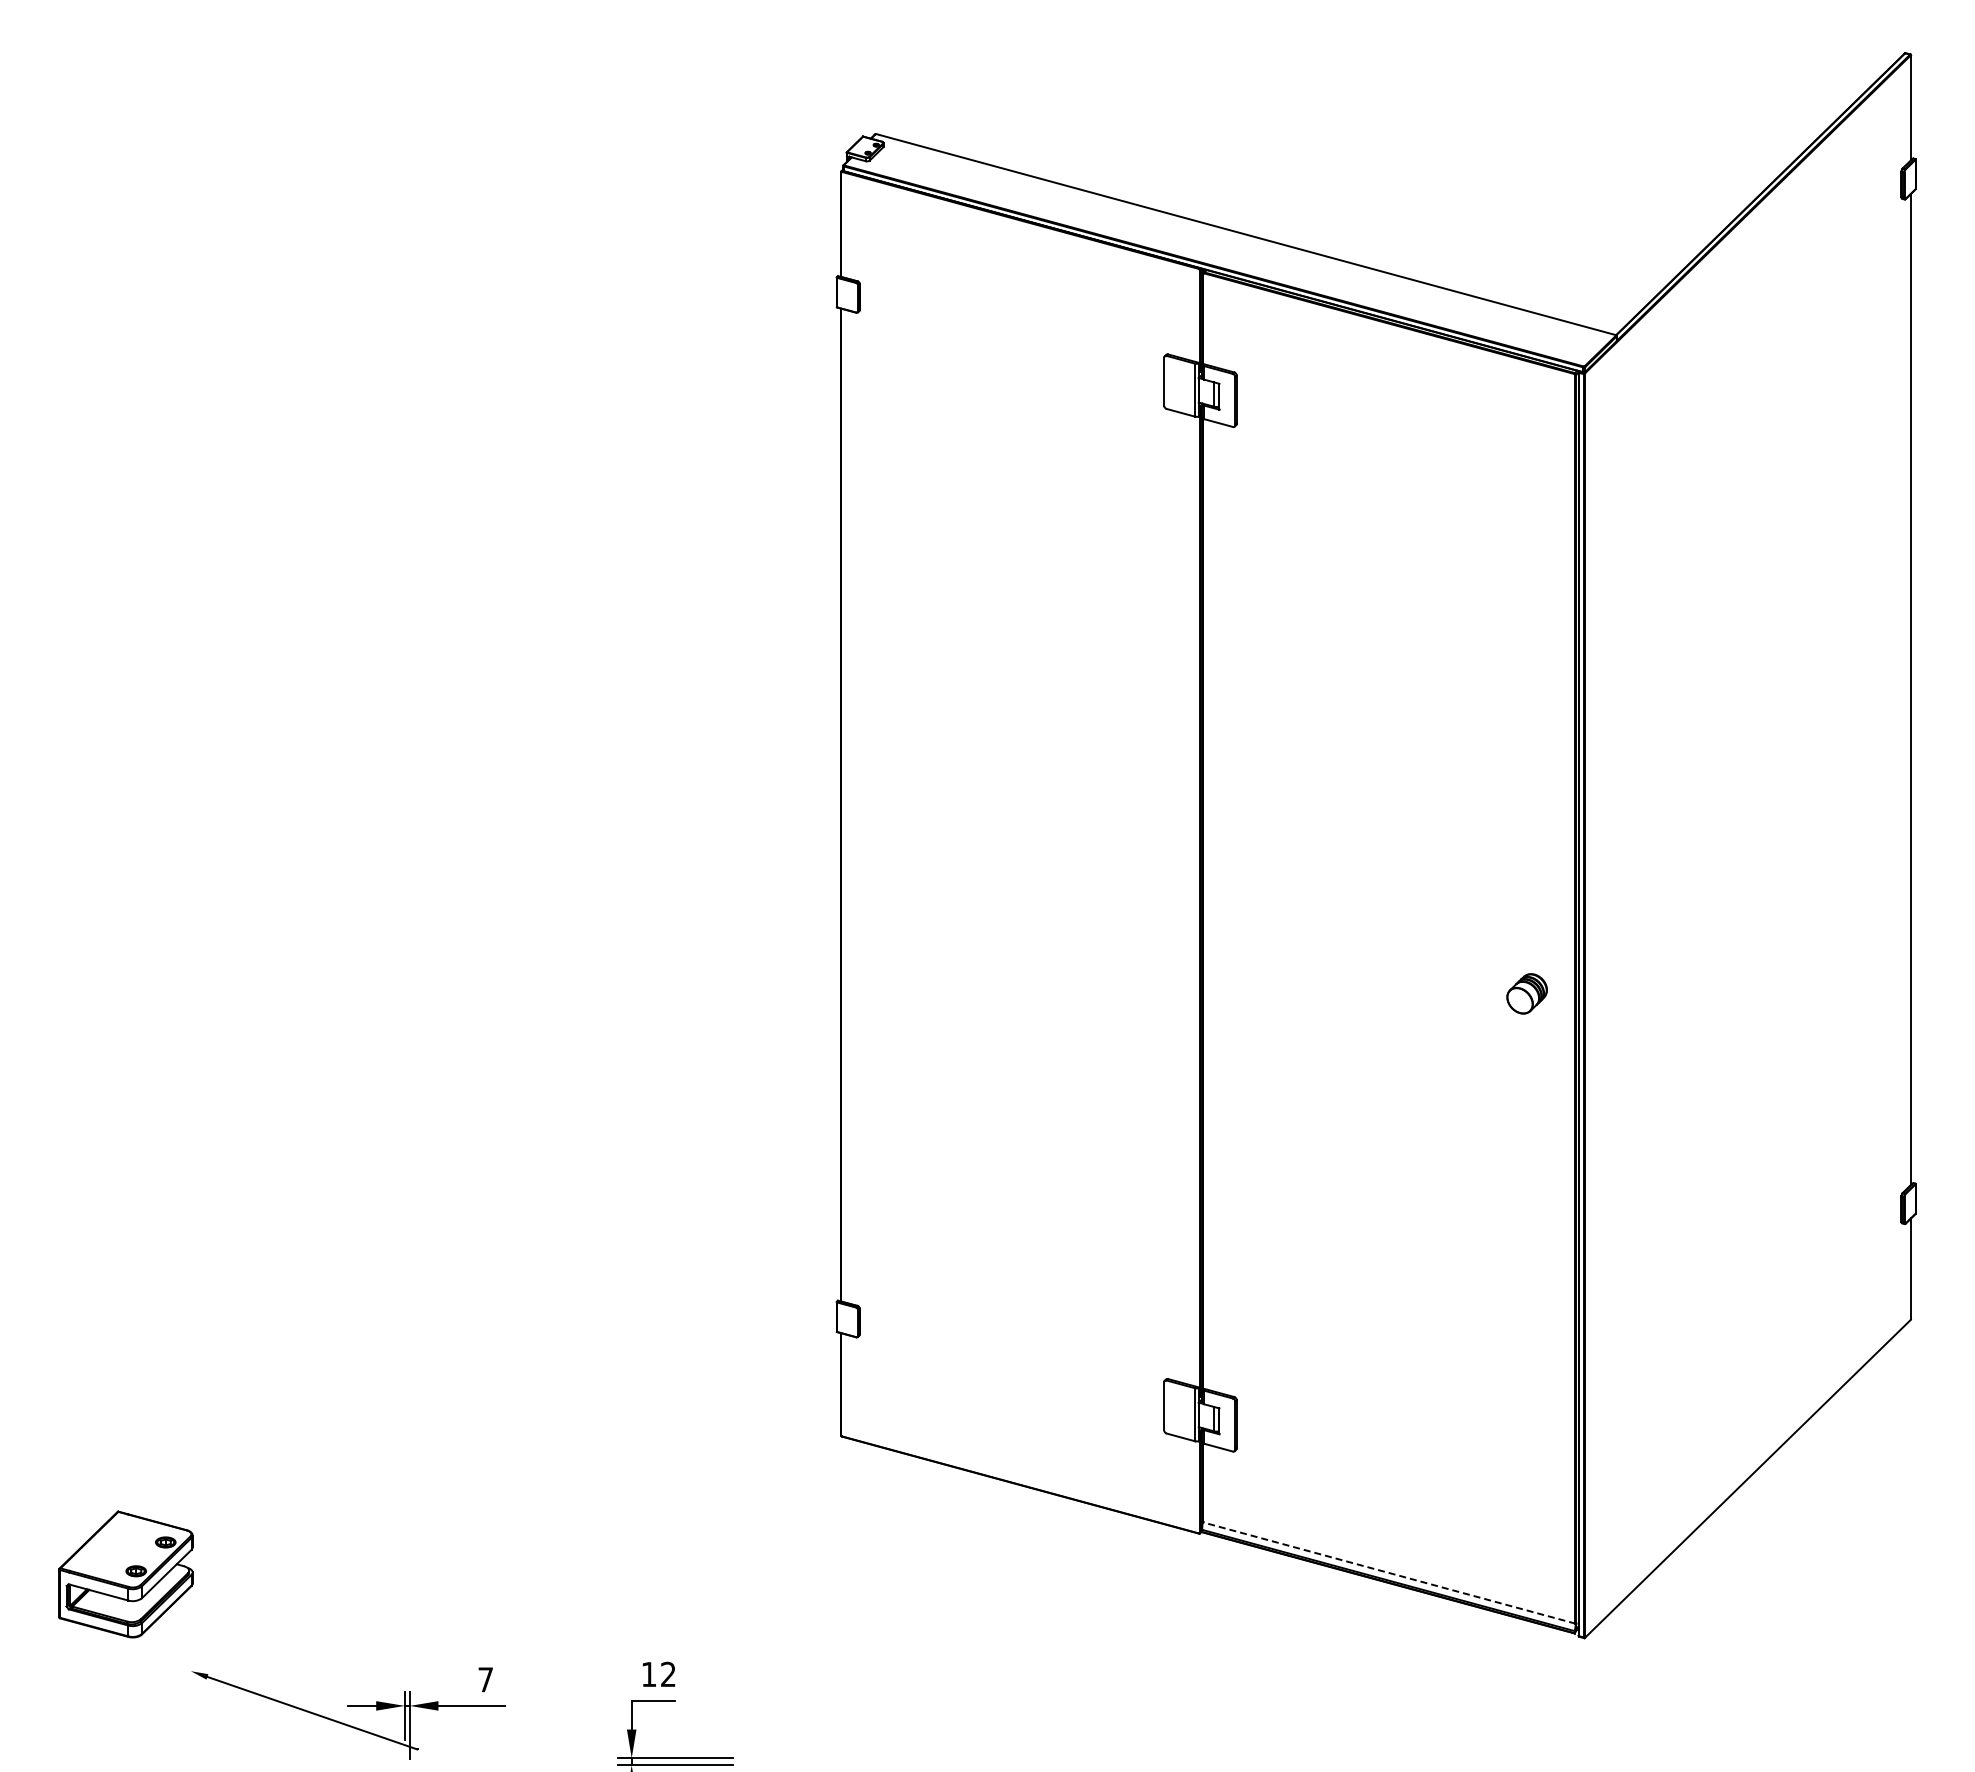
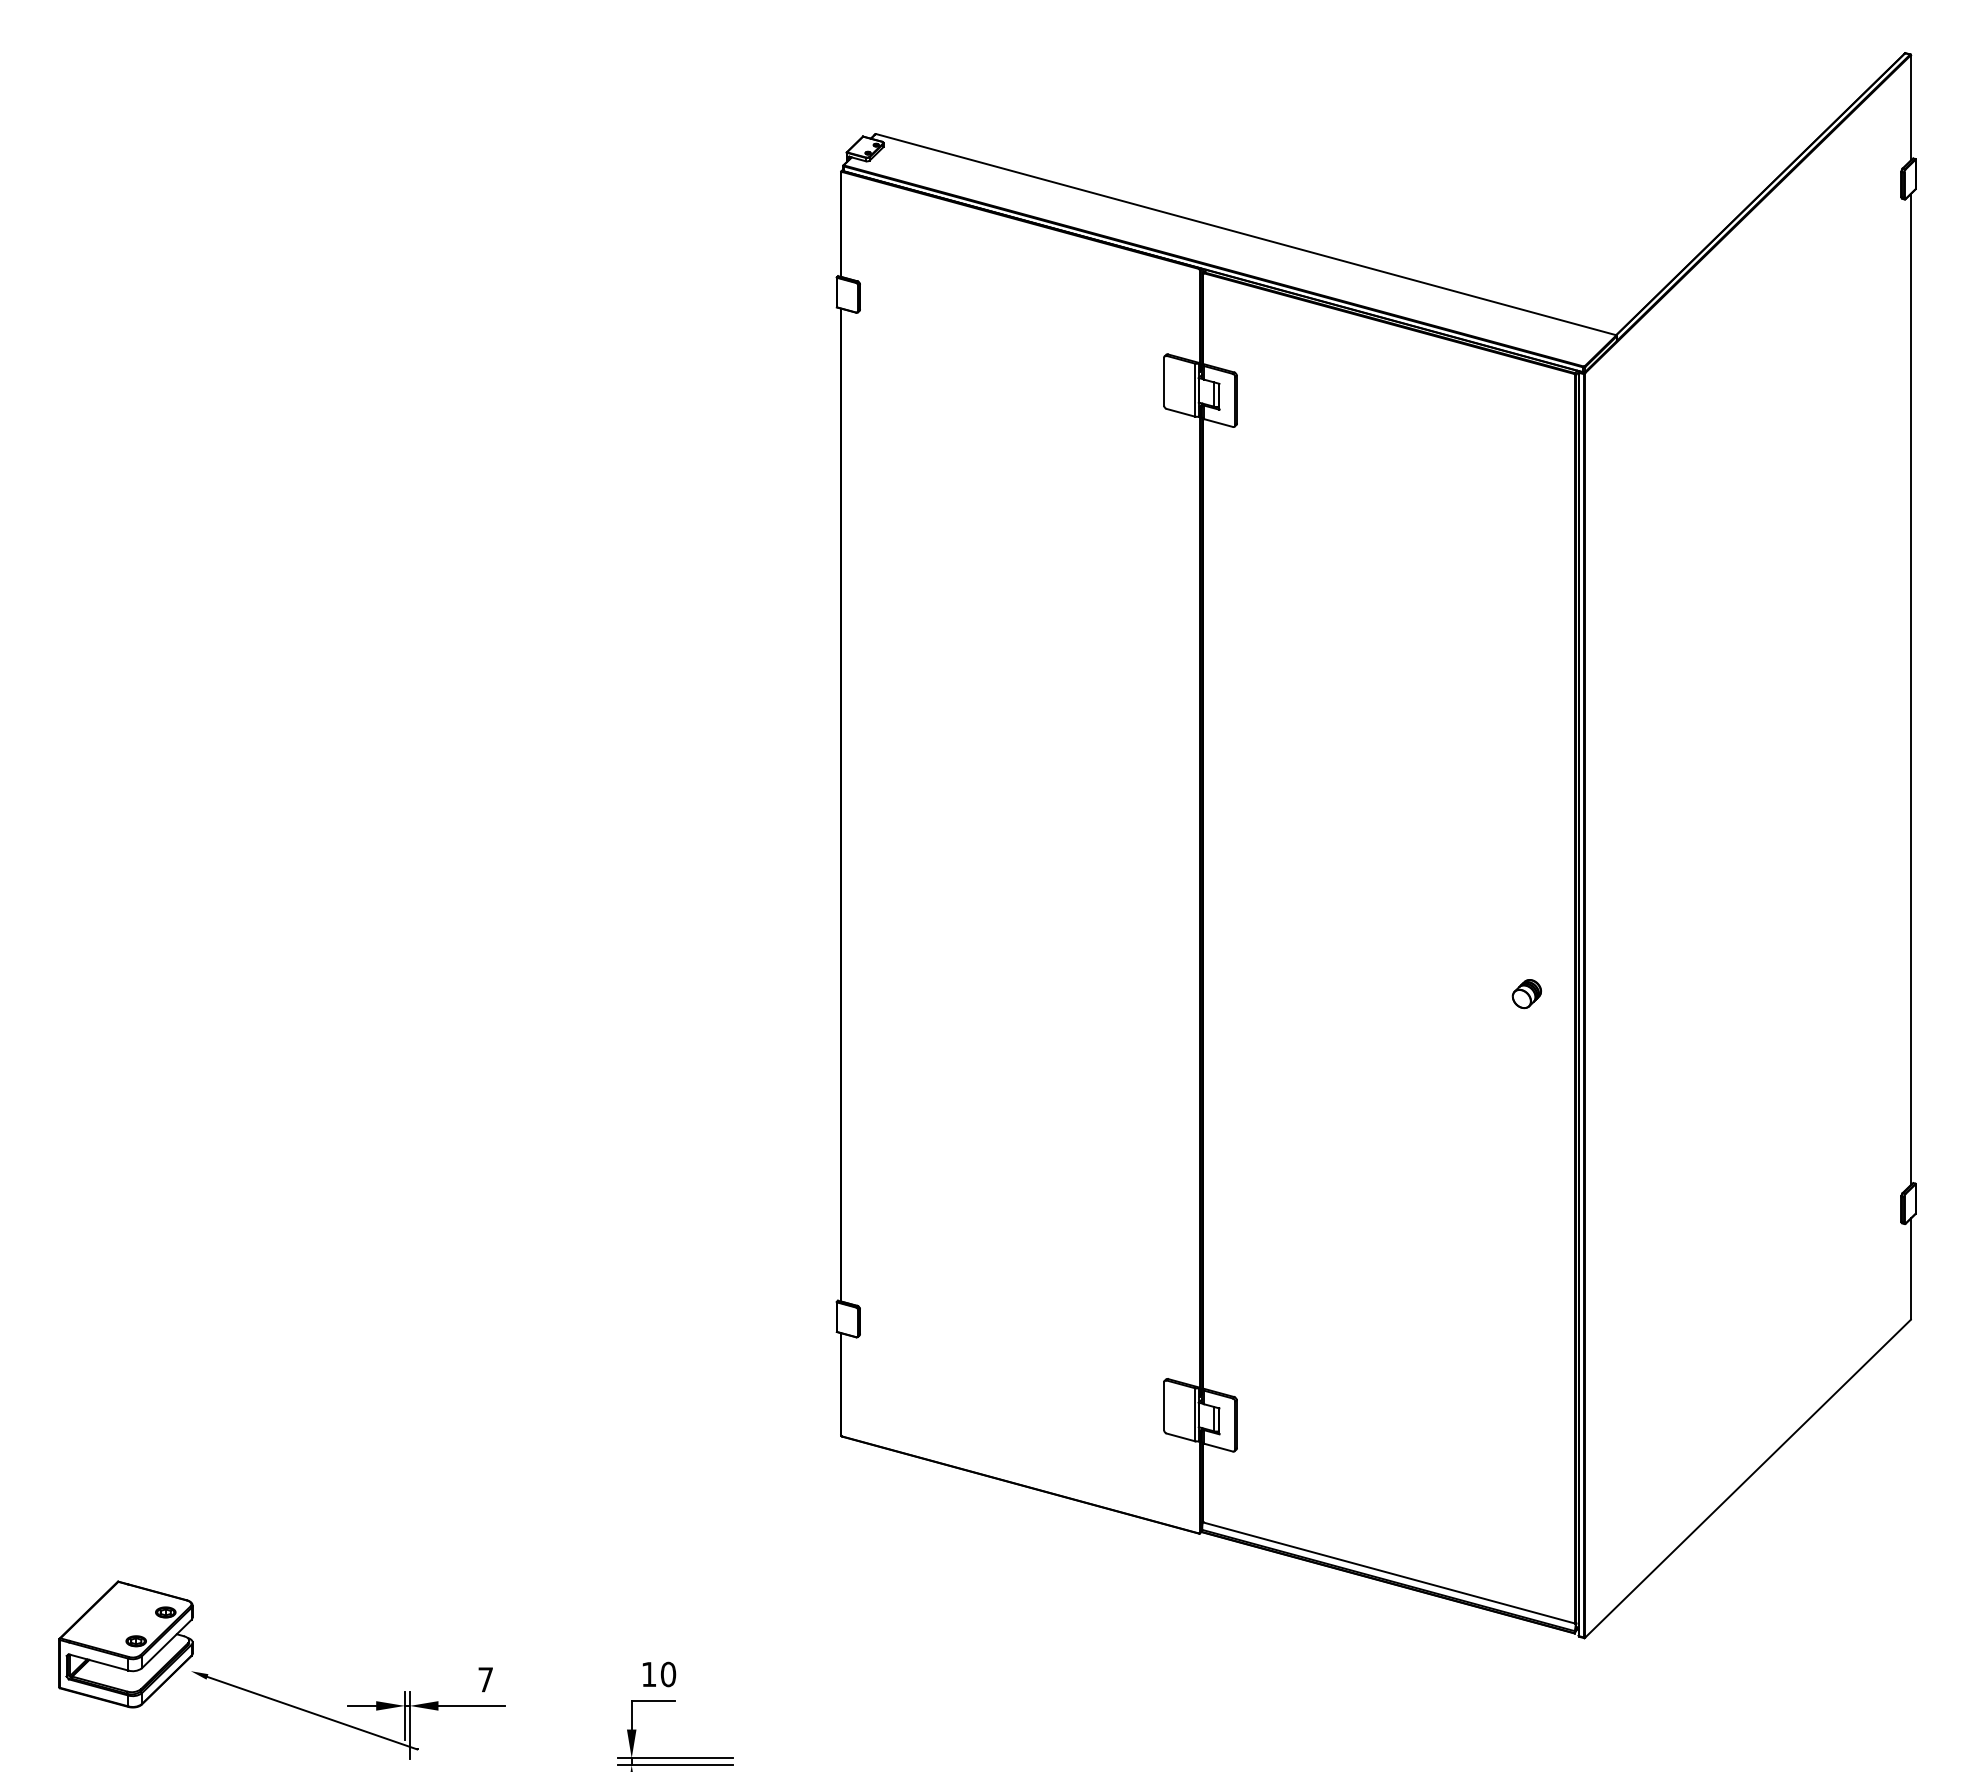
part at (1526, 993) size: 42x42 px -> 31x31 px
line at (1388, 1572): dashed -> solid
part at (125, 1574) position: (125, 1574) -> (125, 1644)
text at (668, 1674): 12 -> 10
